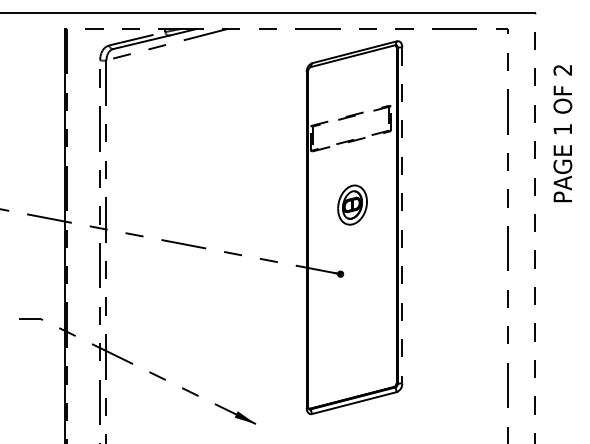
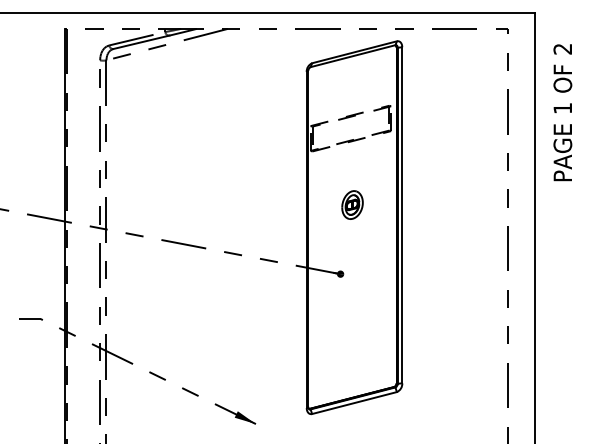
text at (562, 133) position: (562, 133) -> (562, 112)
part at (352, 204) size: 31x42 px -> 23x30 px
line at (402, 215): dashed -> solid
line at (535, 228): dashed -> solid
